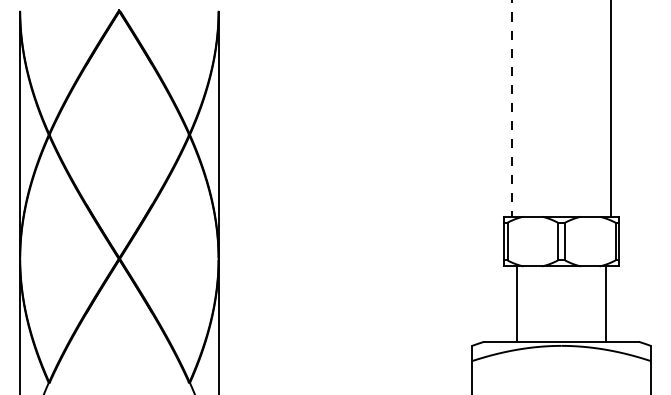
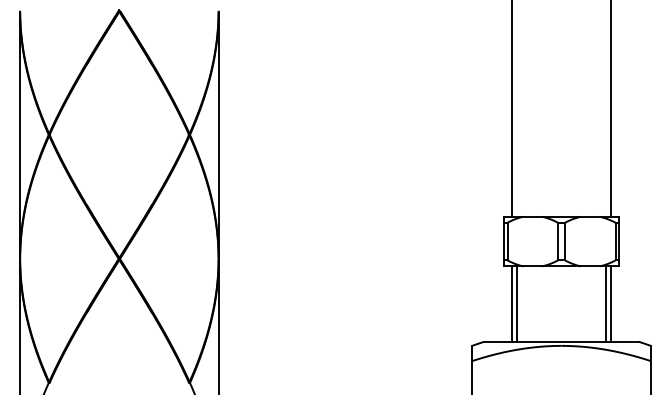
line at (511, 108): dashed -> solid
line at (511, 303): none -> present
line at (611, 303): none -> present
